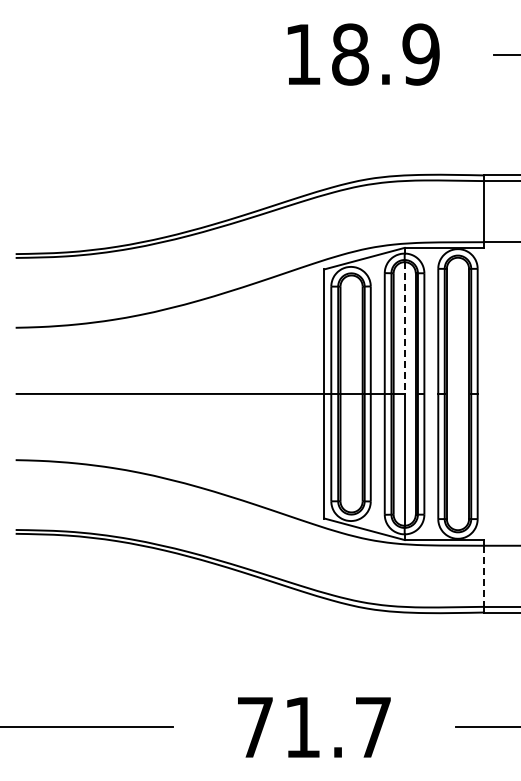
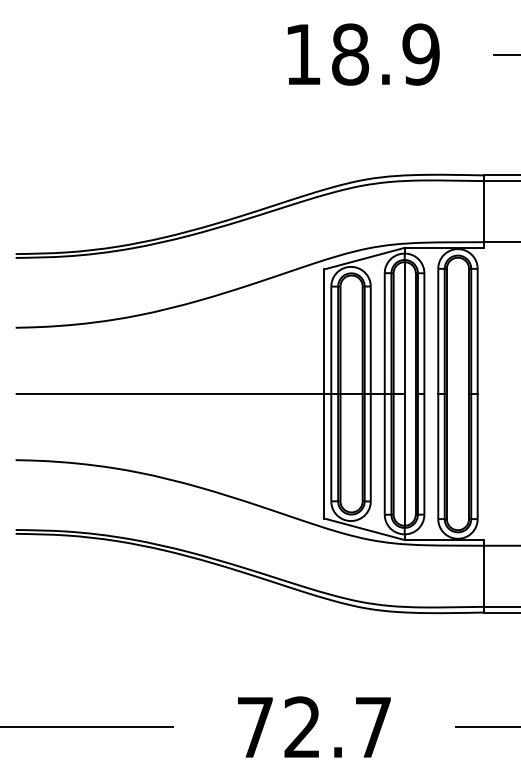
line at (404, 328): dashed -> solid
line at (484, 576): dashed -> solid
text at (301, 726): 71.7 -> 72.7
